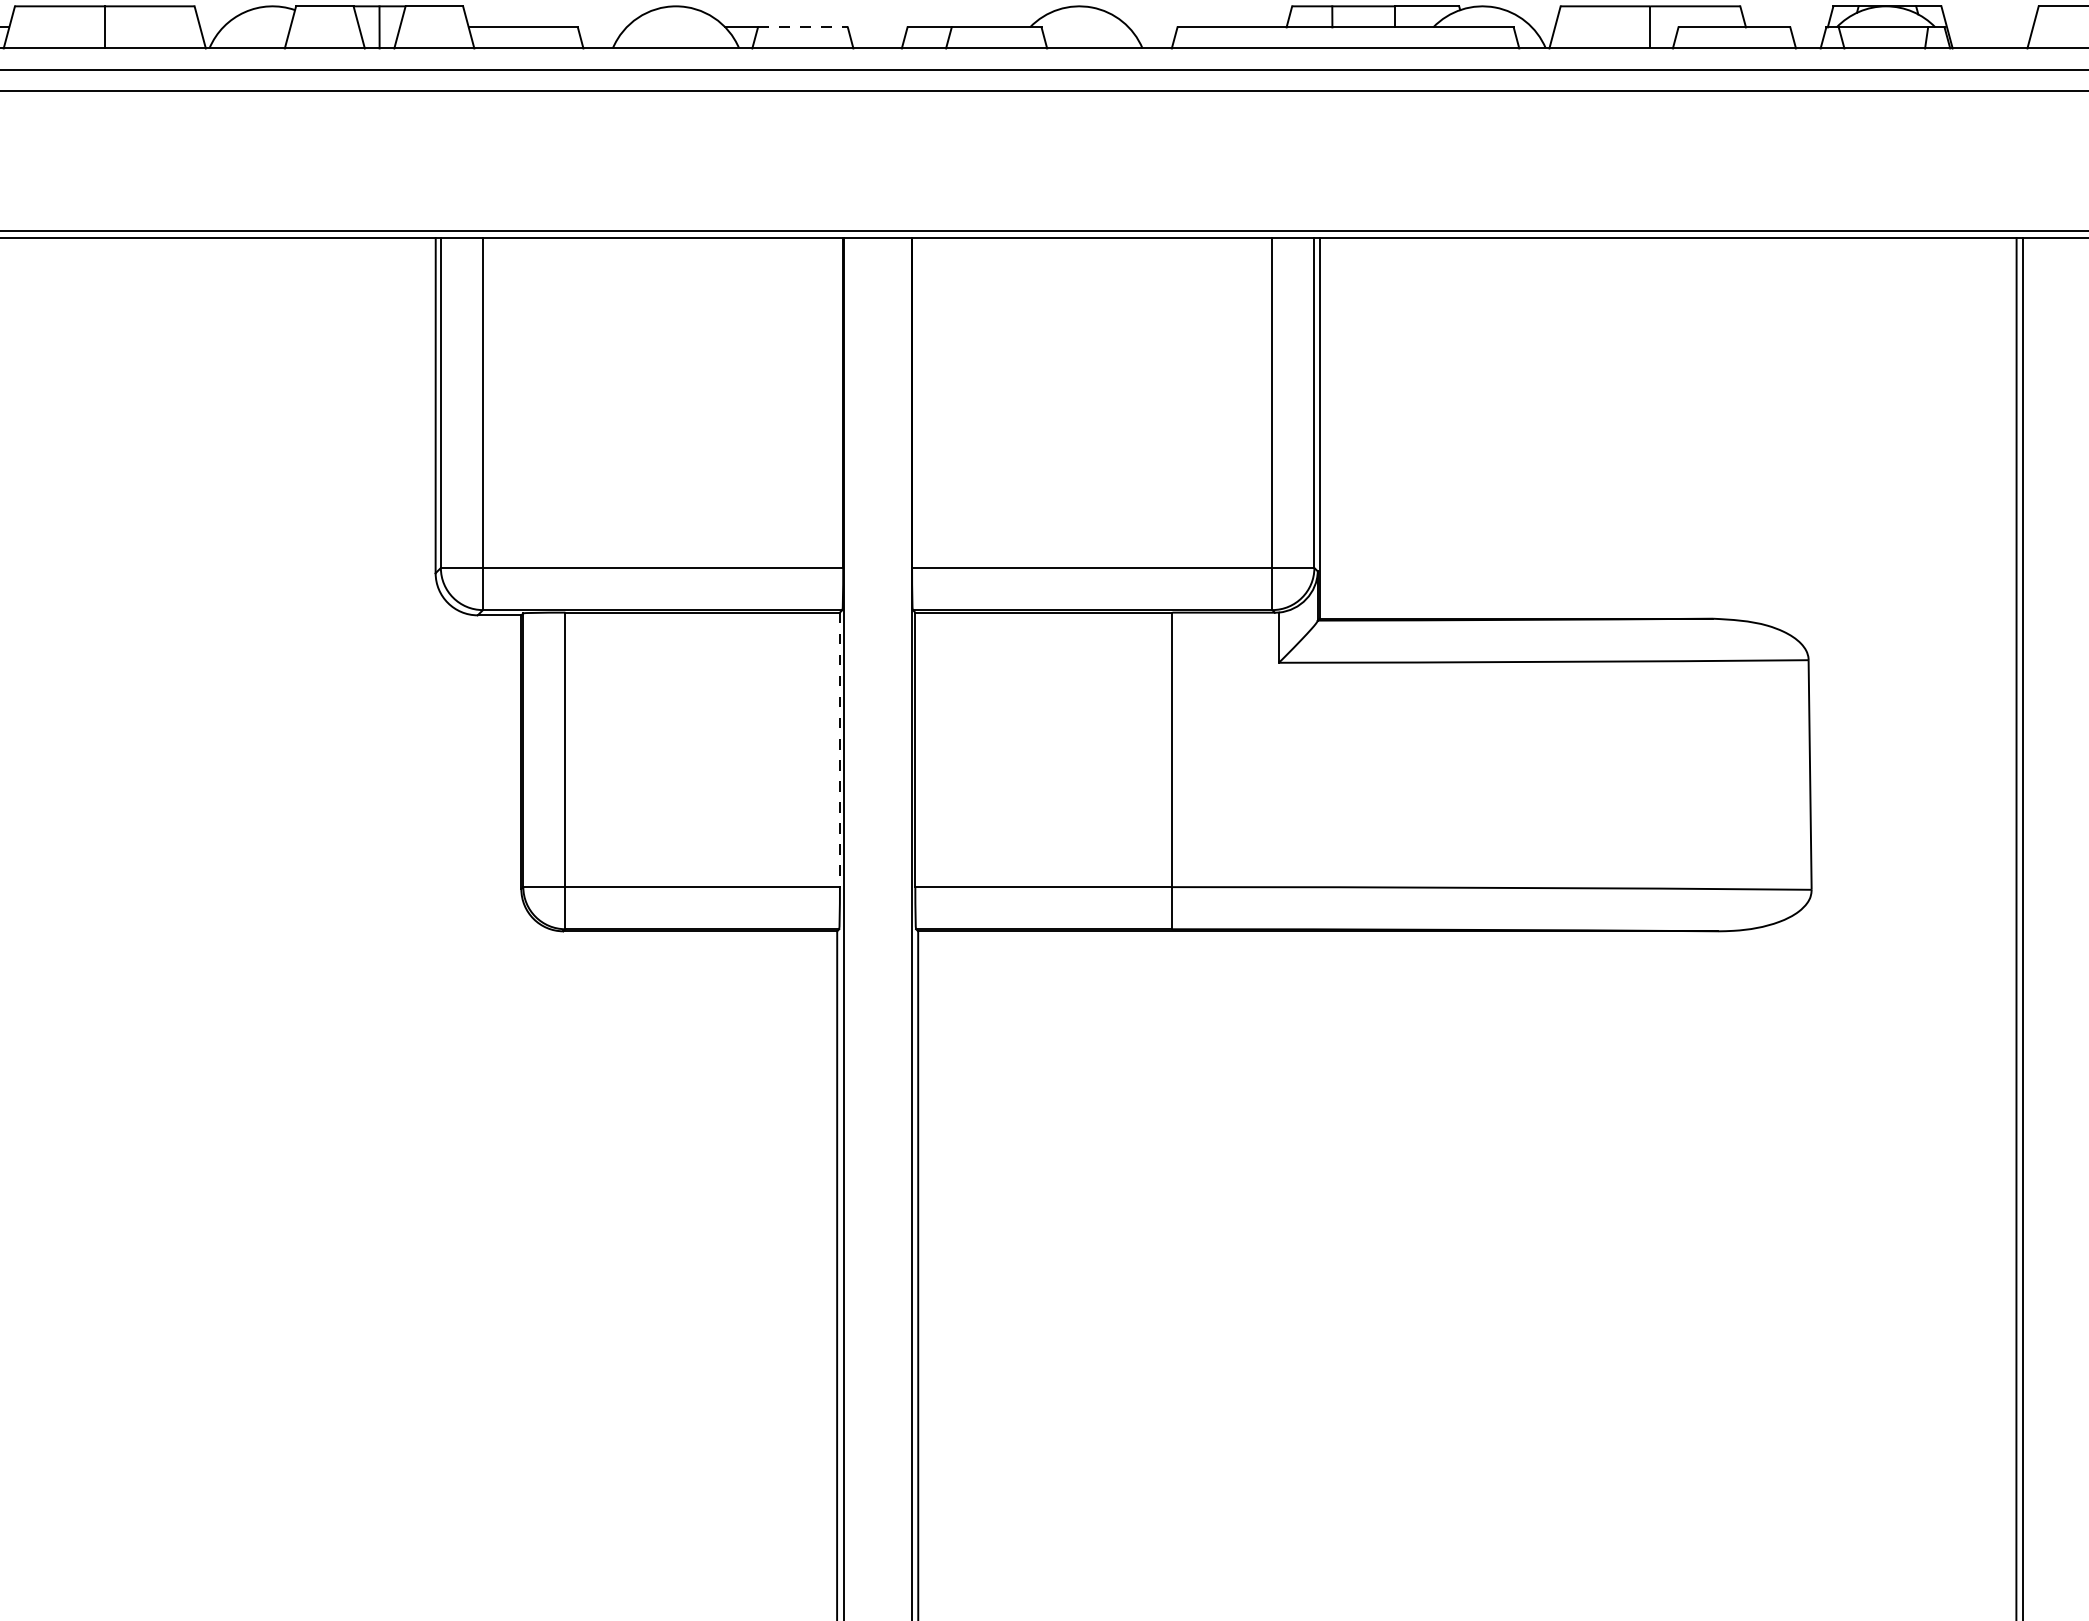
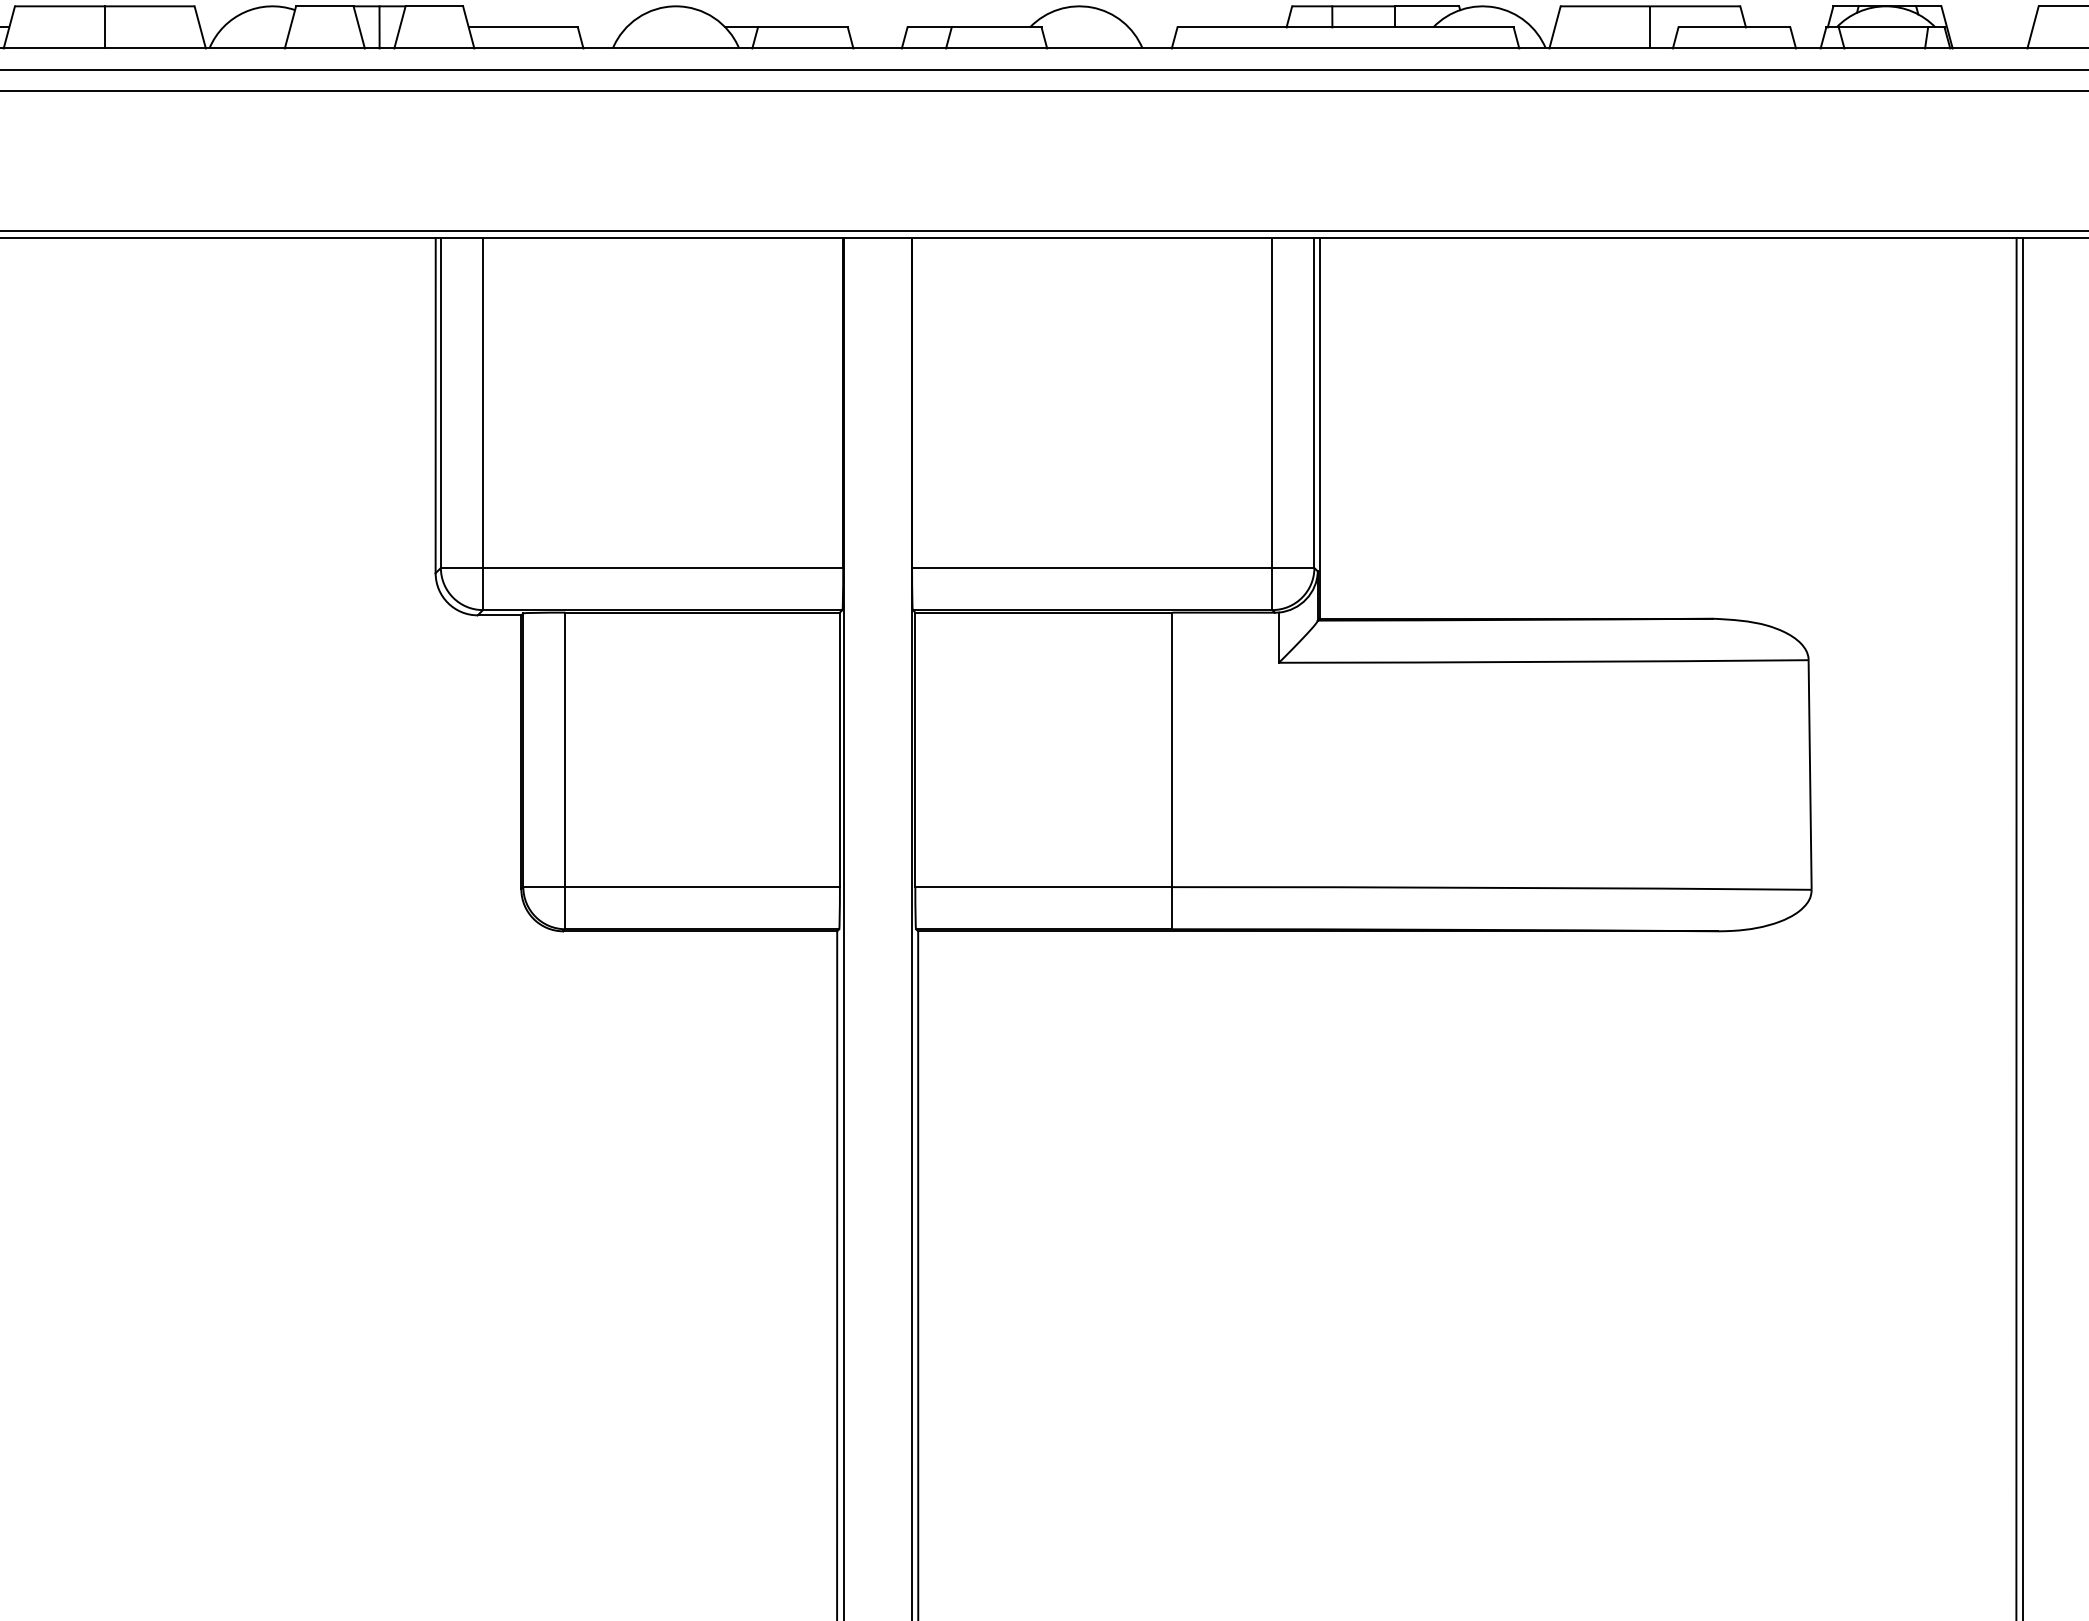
line at (802, 27): dashed -> solid
line at (839, 750): dashed -> solid
